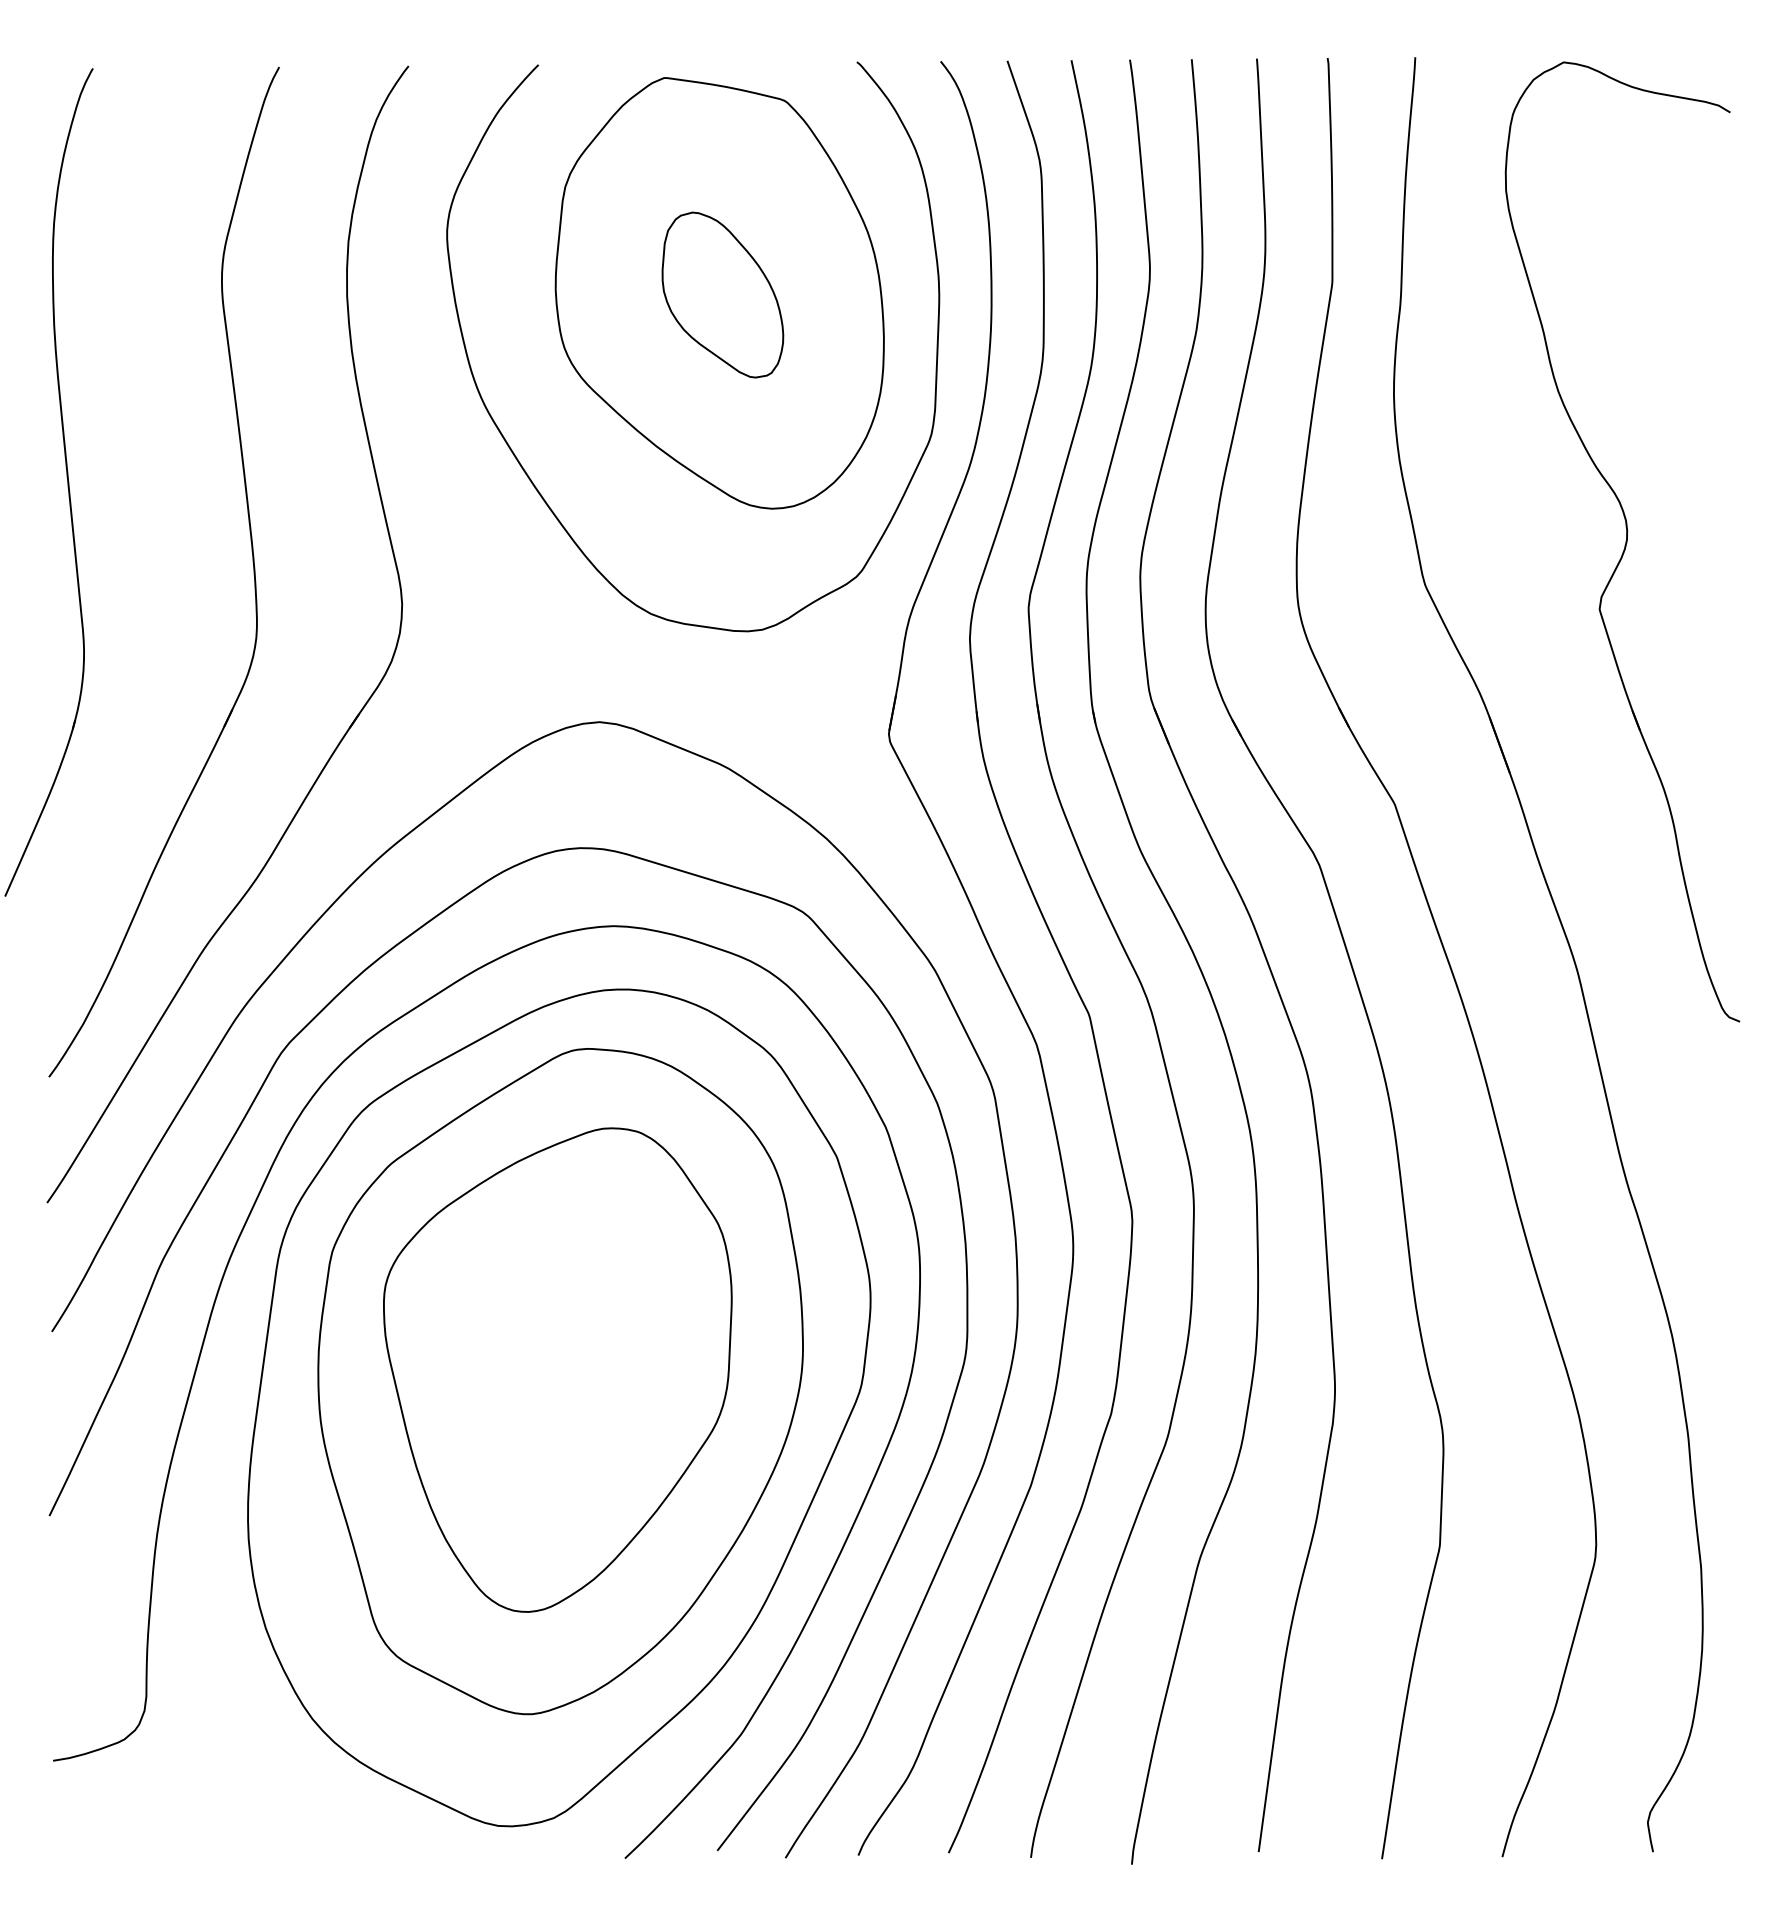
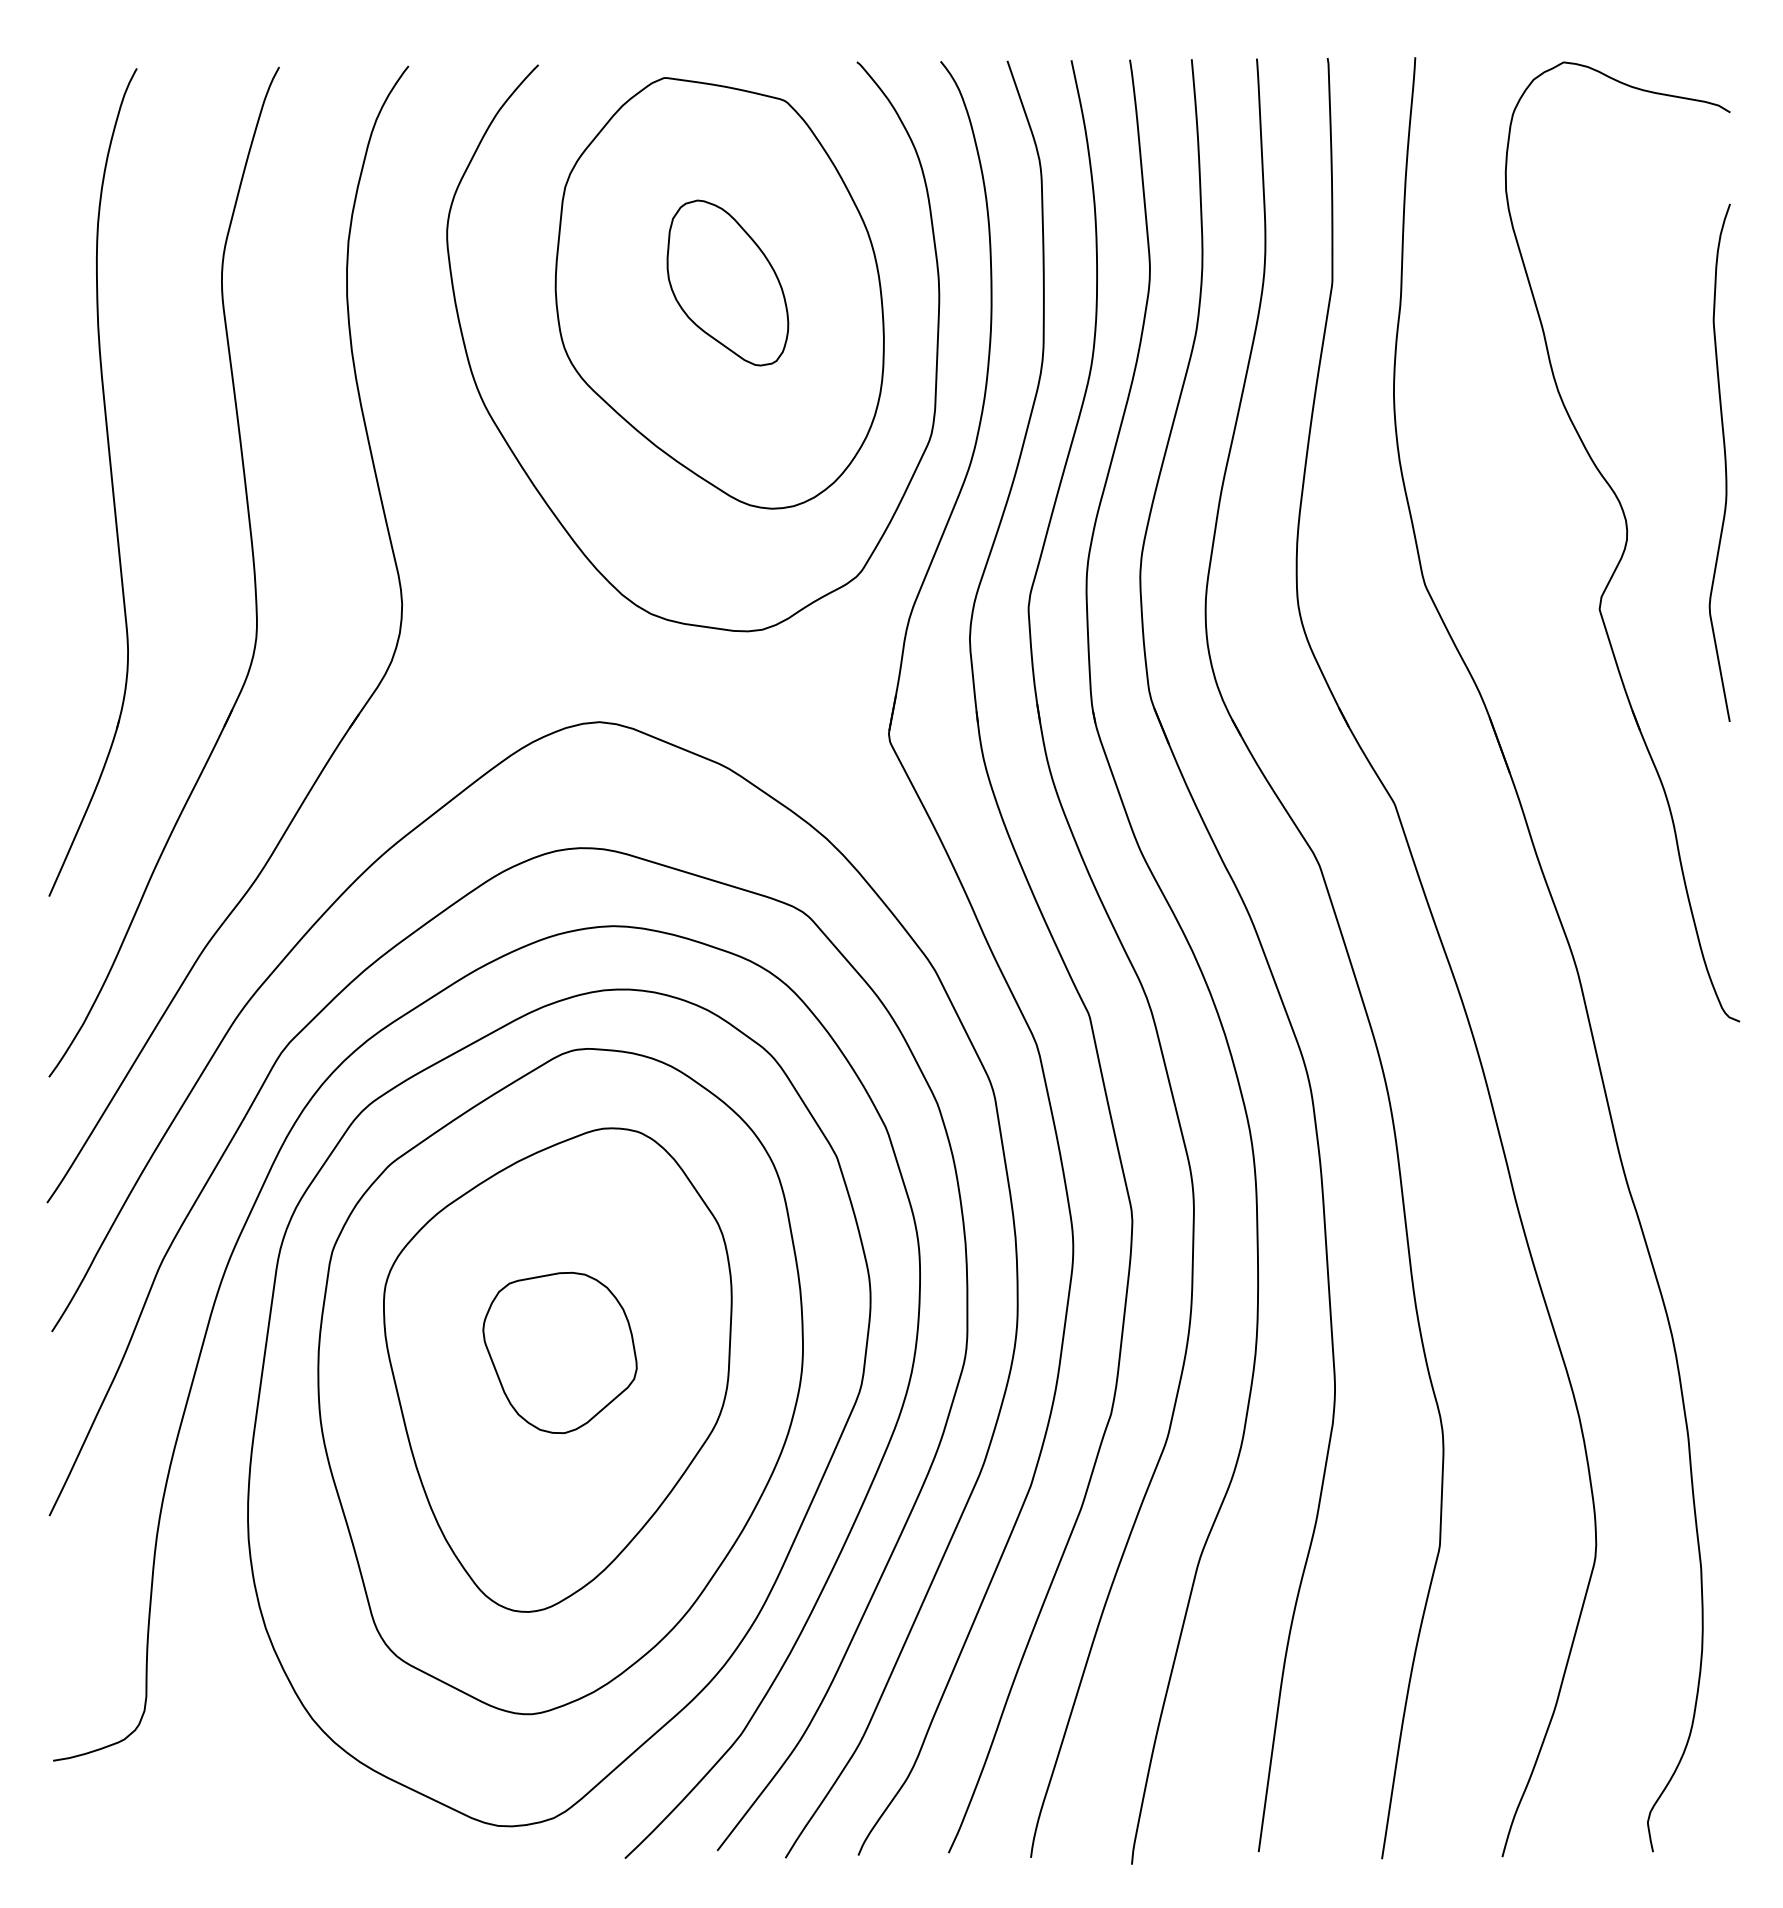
part at (722, 294) position: (722, 294) -> (727, 282)
curve at (1724, 462): none -> present
part at (66, 477) position: (66, 477) -> (110, 477)
part at (559, 1352): none -> present
